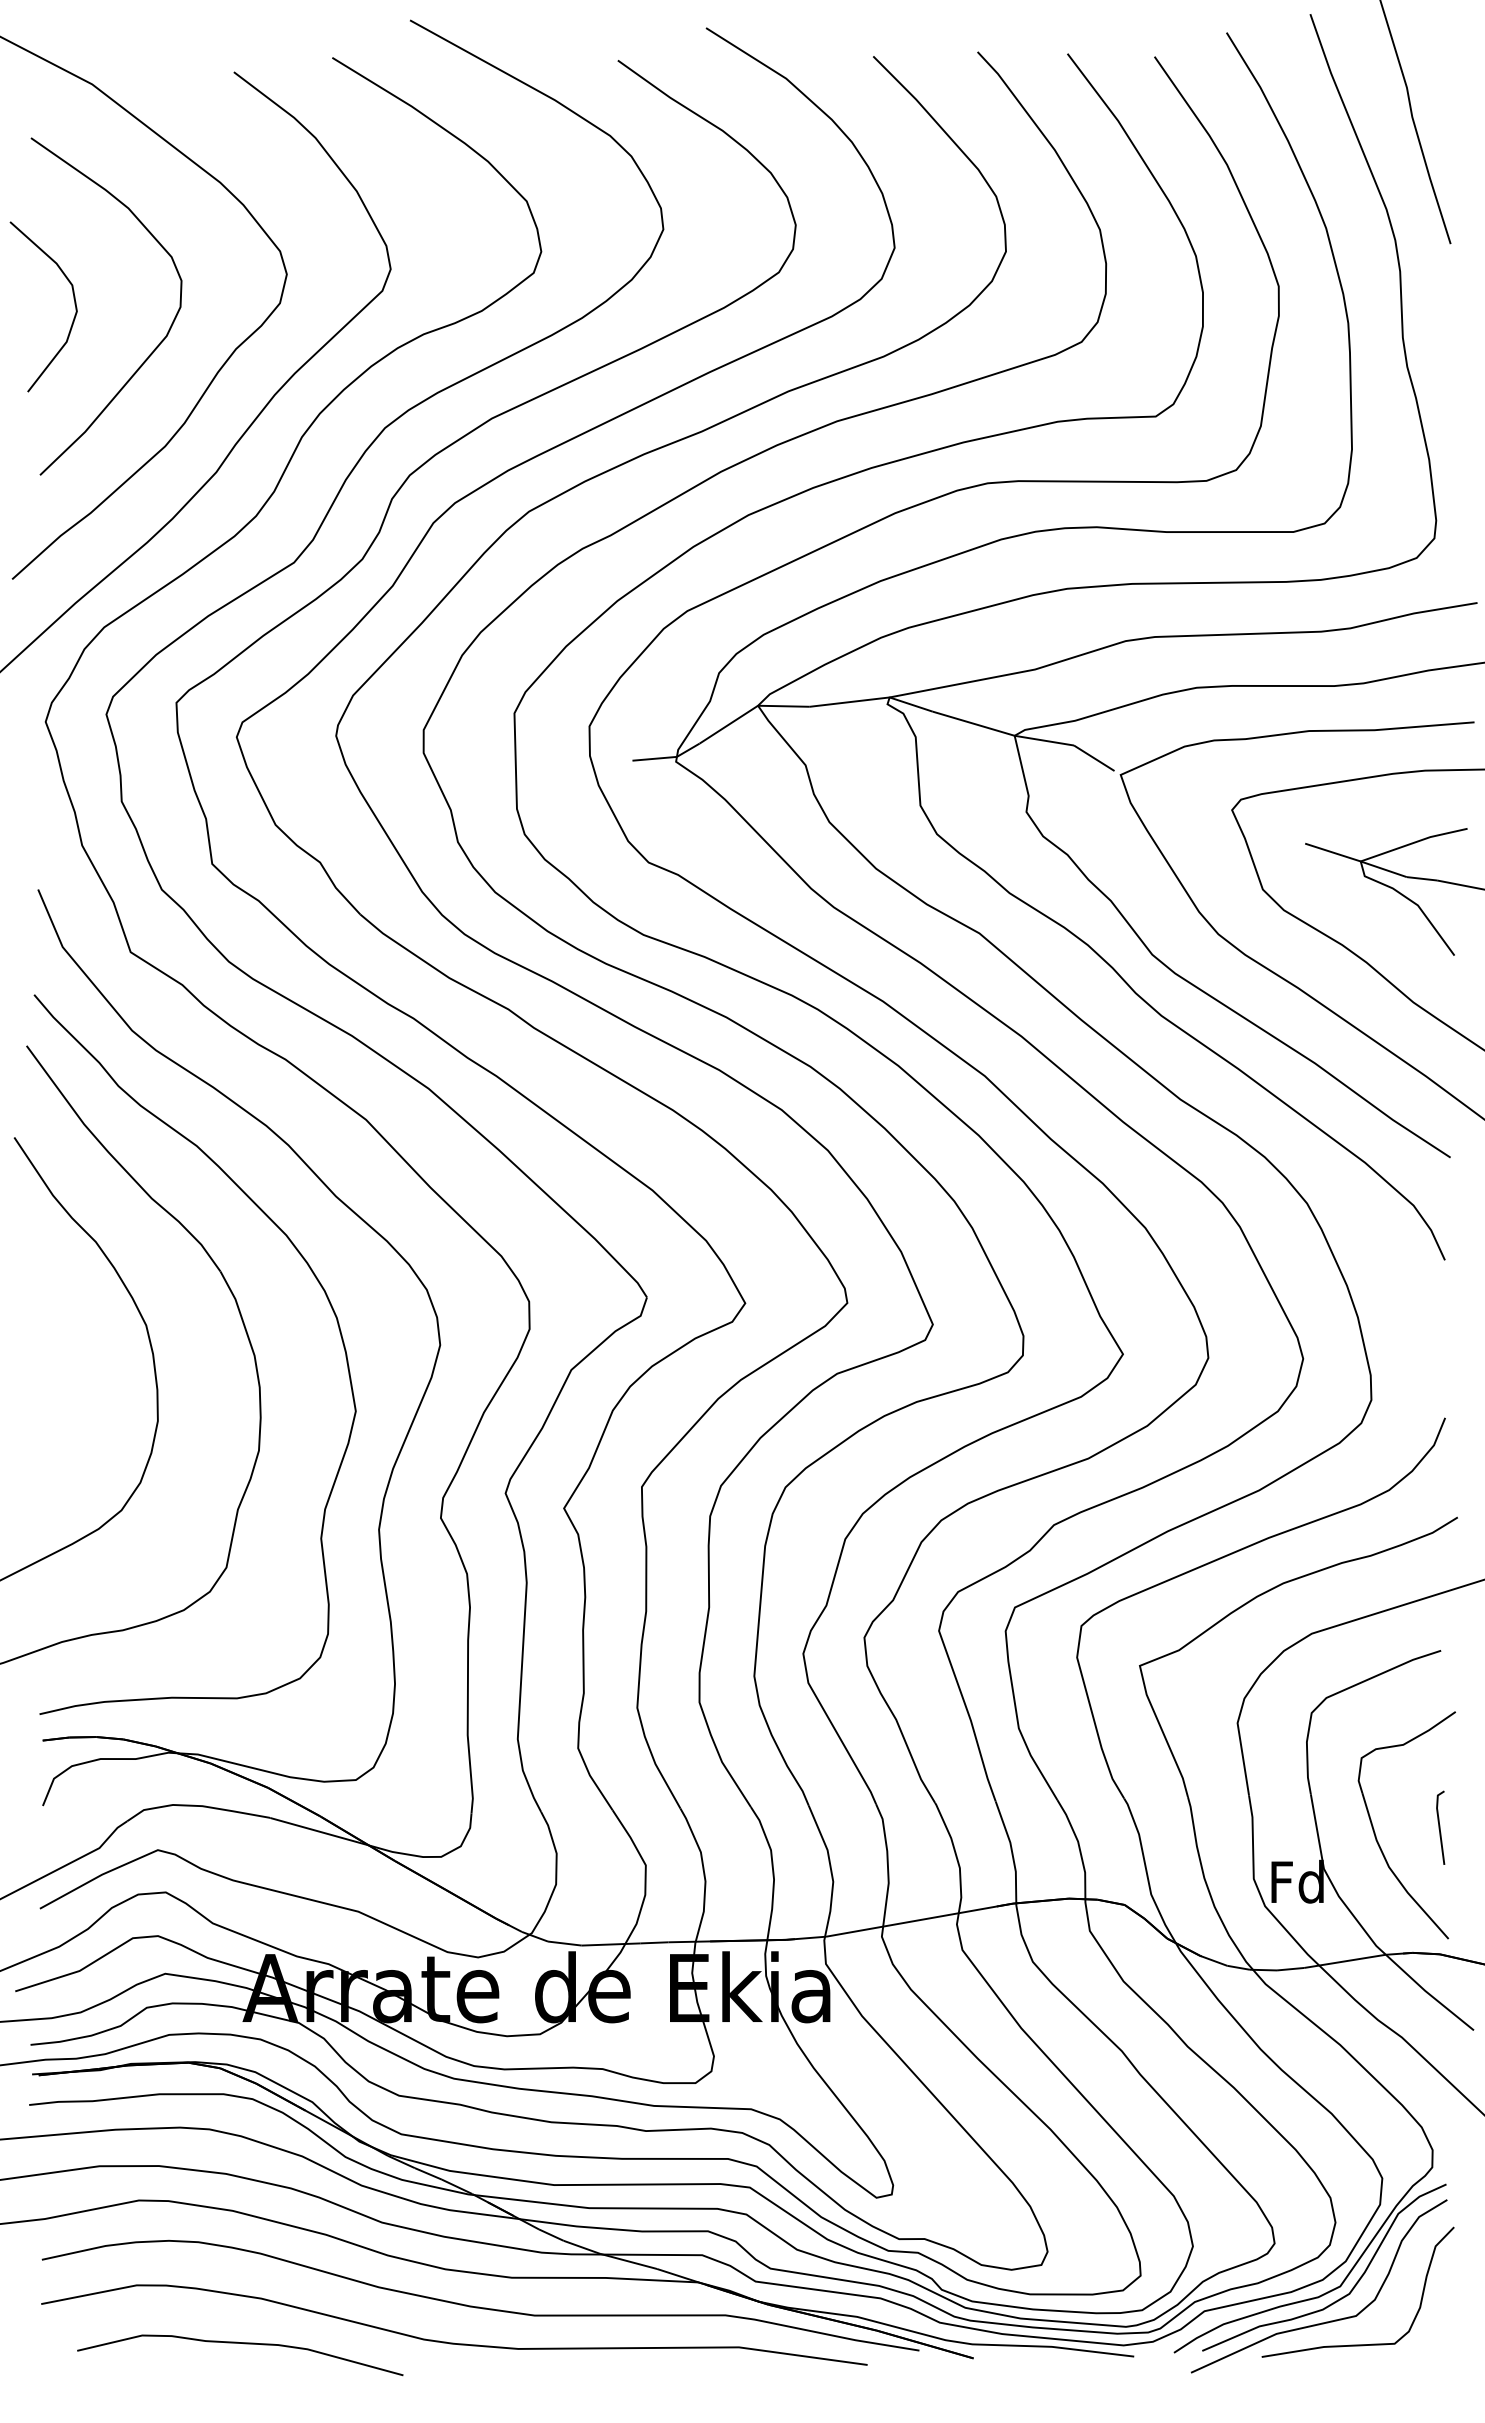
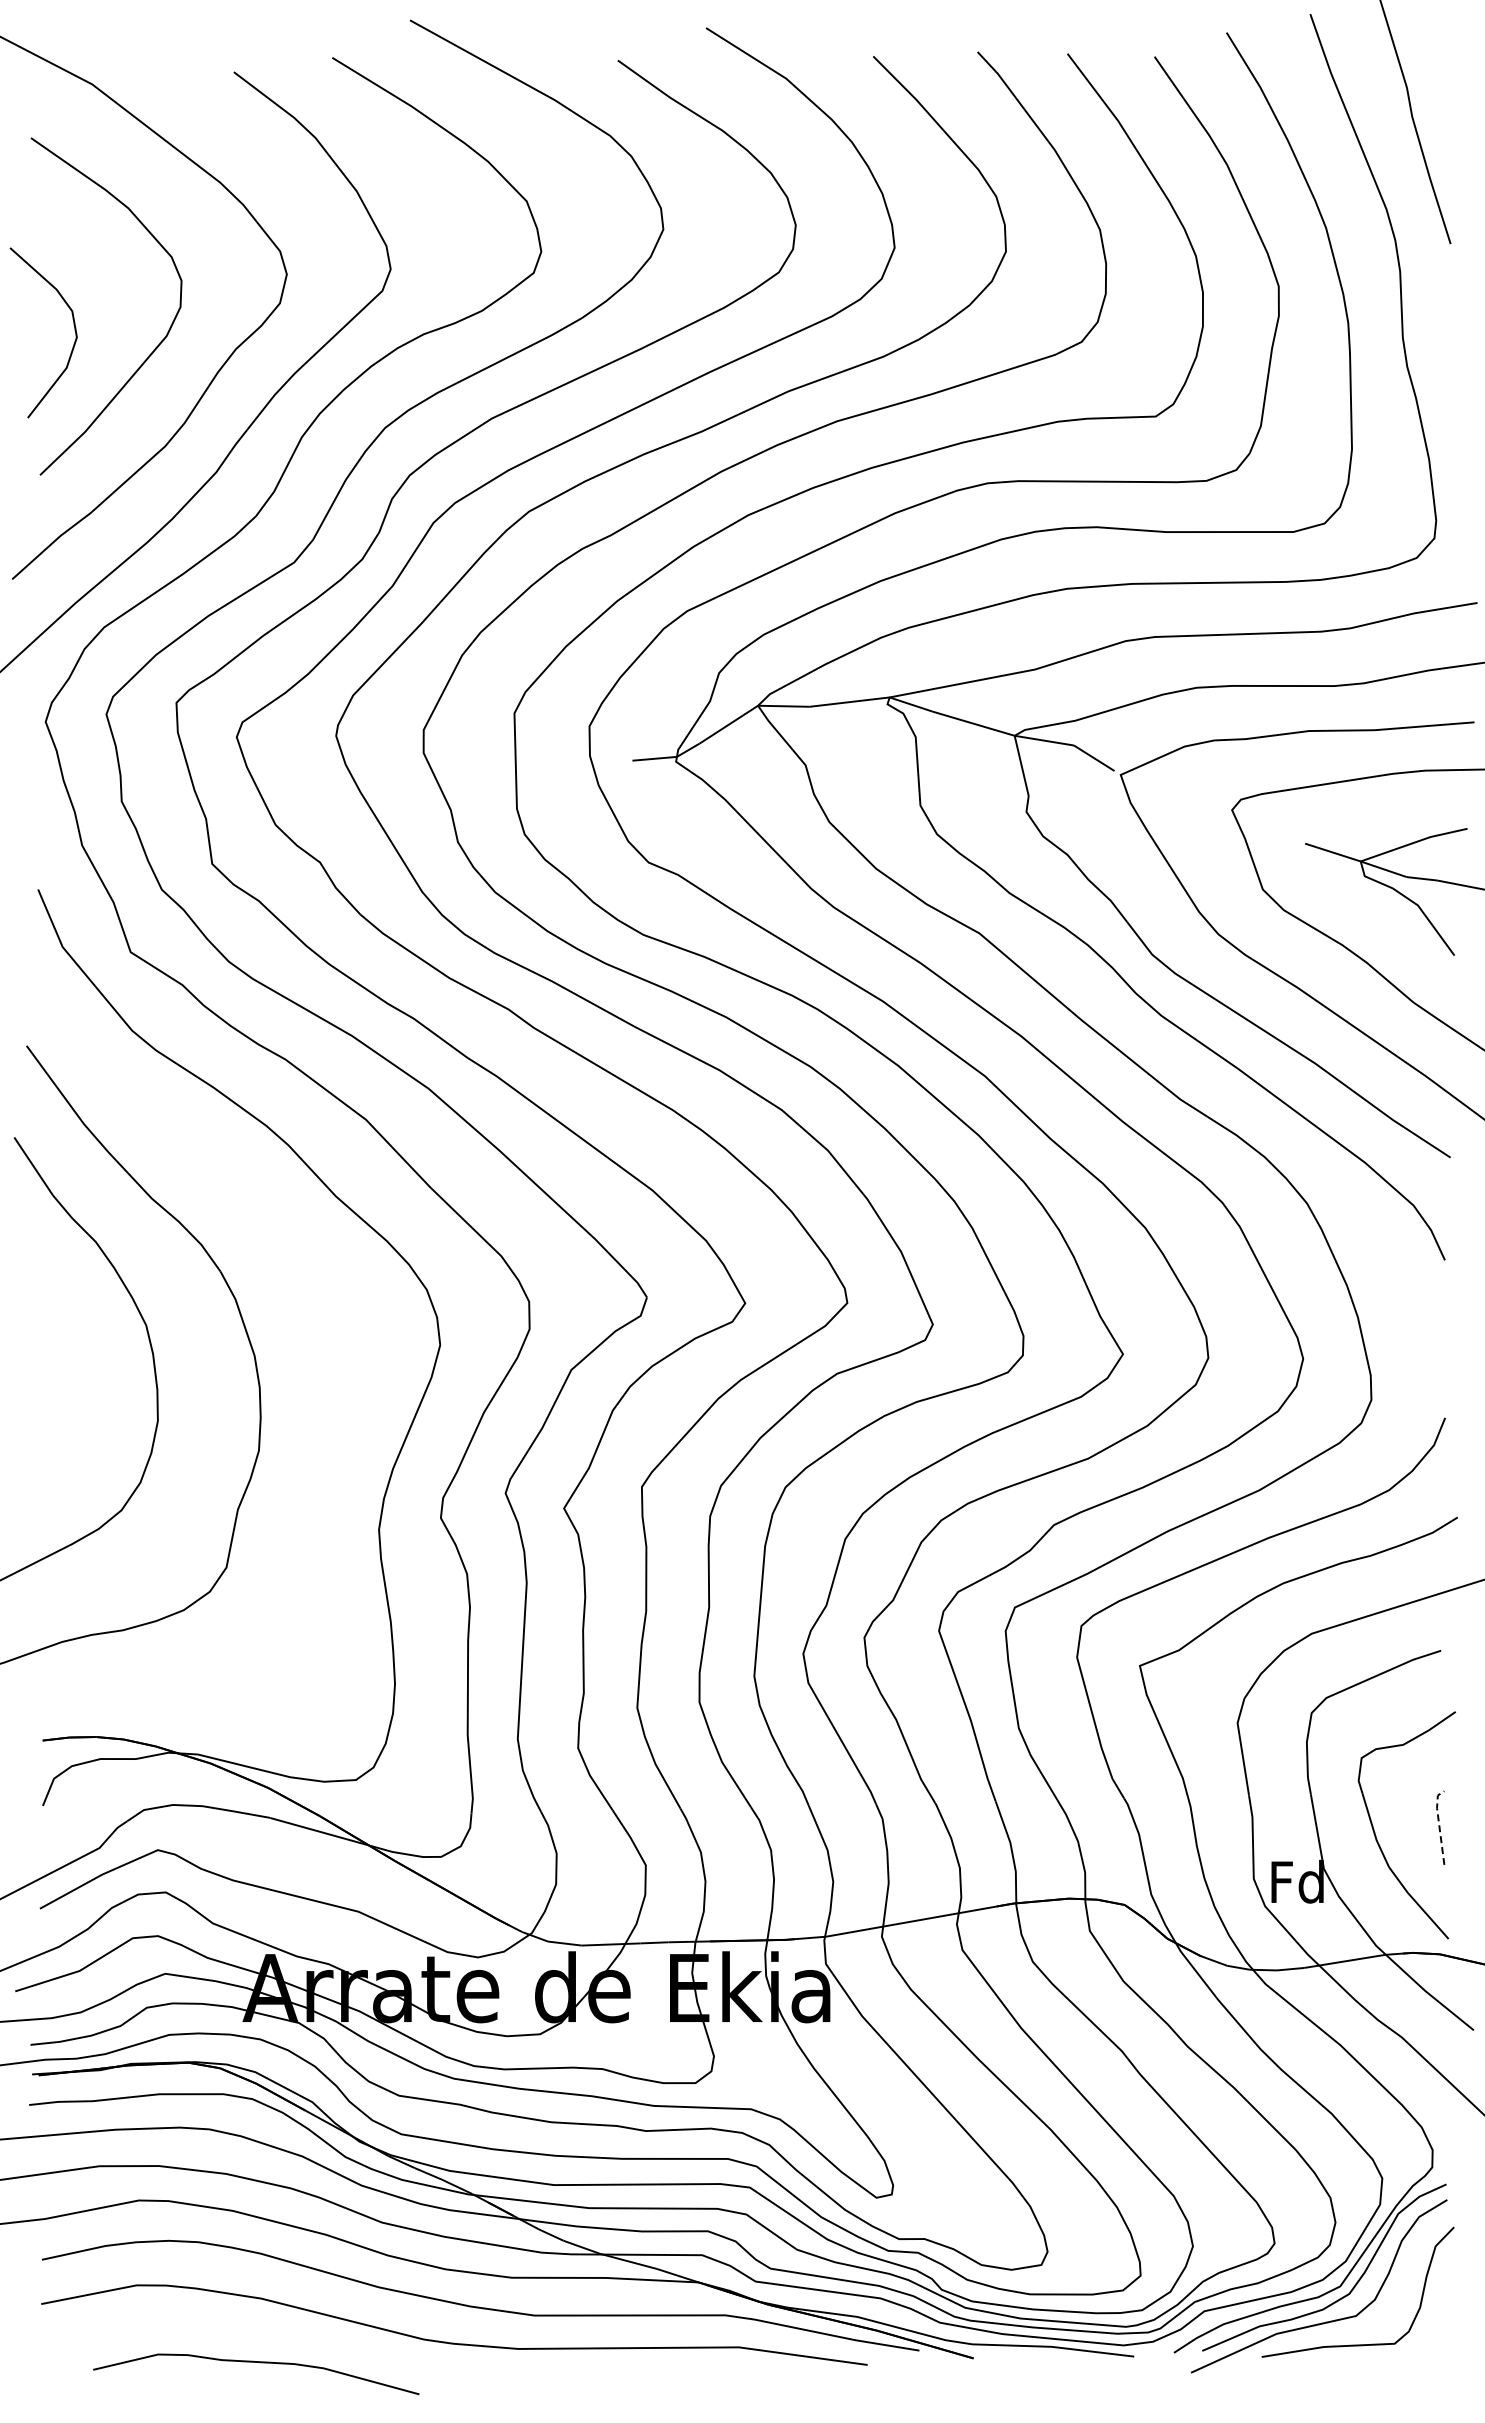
curve at (73, 299) position: (73, 299) -> (73, 325)
curve at (313, 1275): present -> none
line at (1439, 1824): solid -> dashed
curve at (244, 2344) position: (244, 2344) -> (260, 2363)
